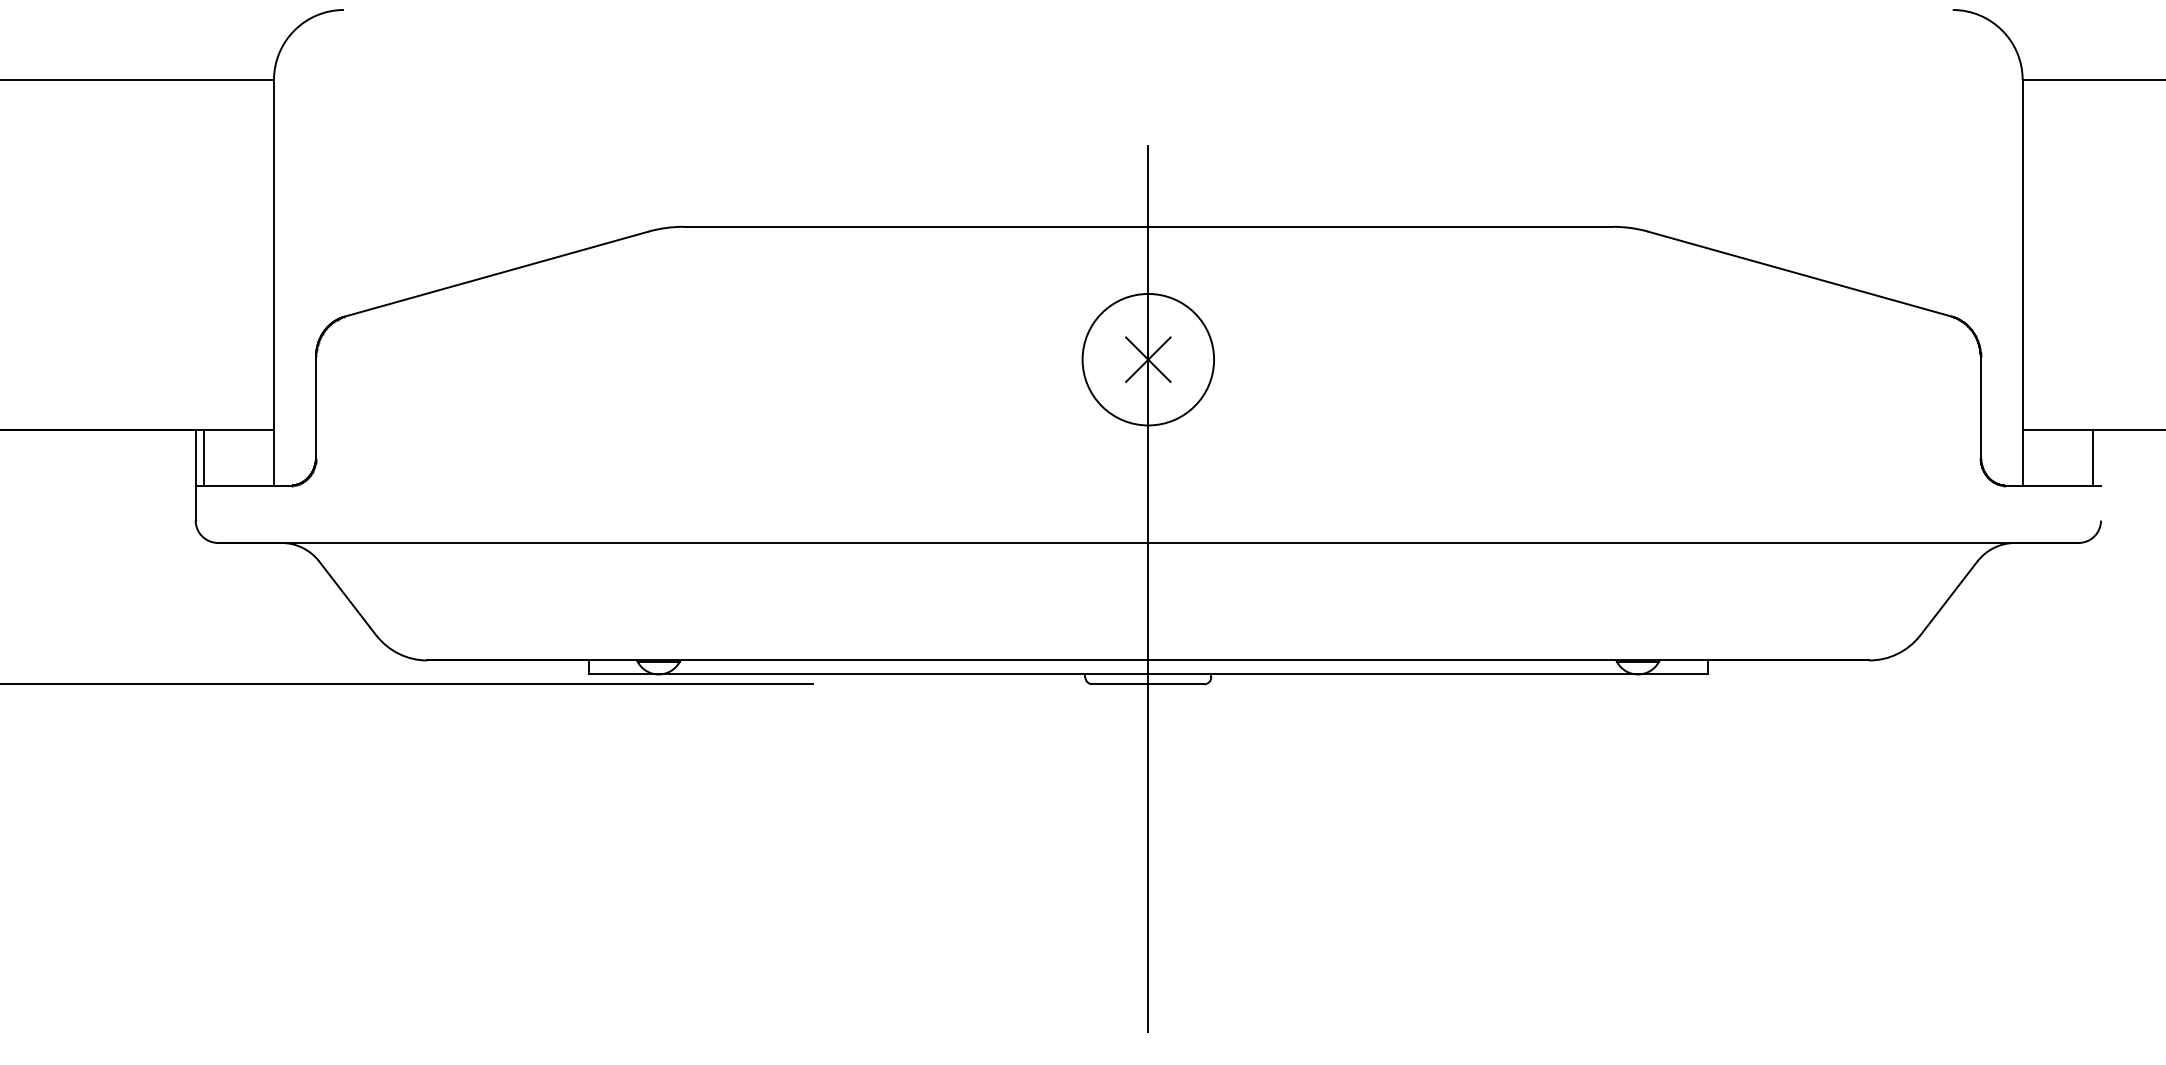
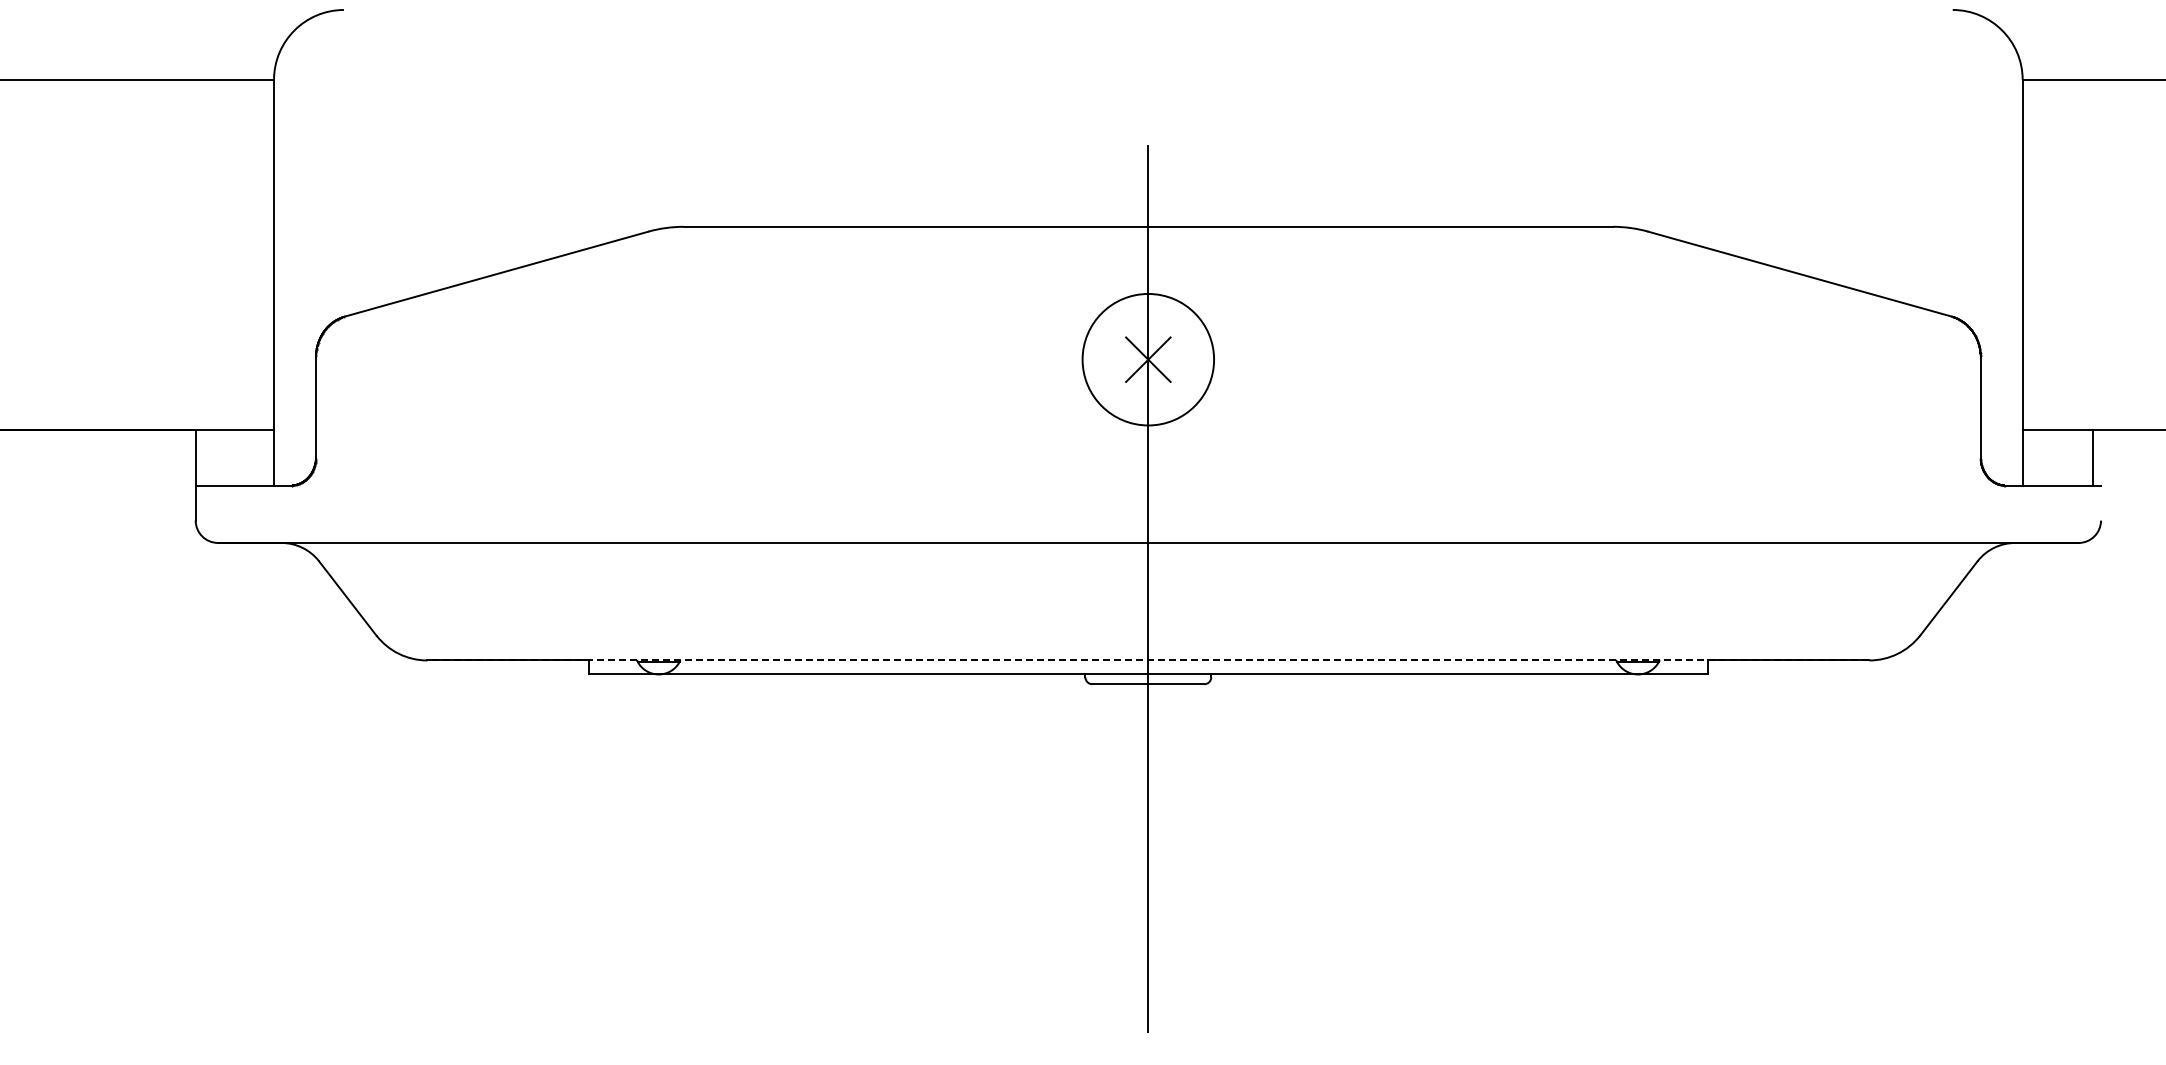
line at (204, 457): present -> none
line at (1147, 660): solid -> dashed
line at (407, 684): present -> none
